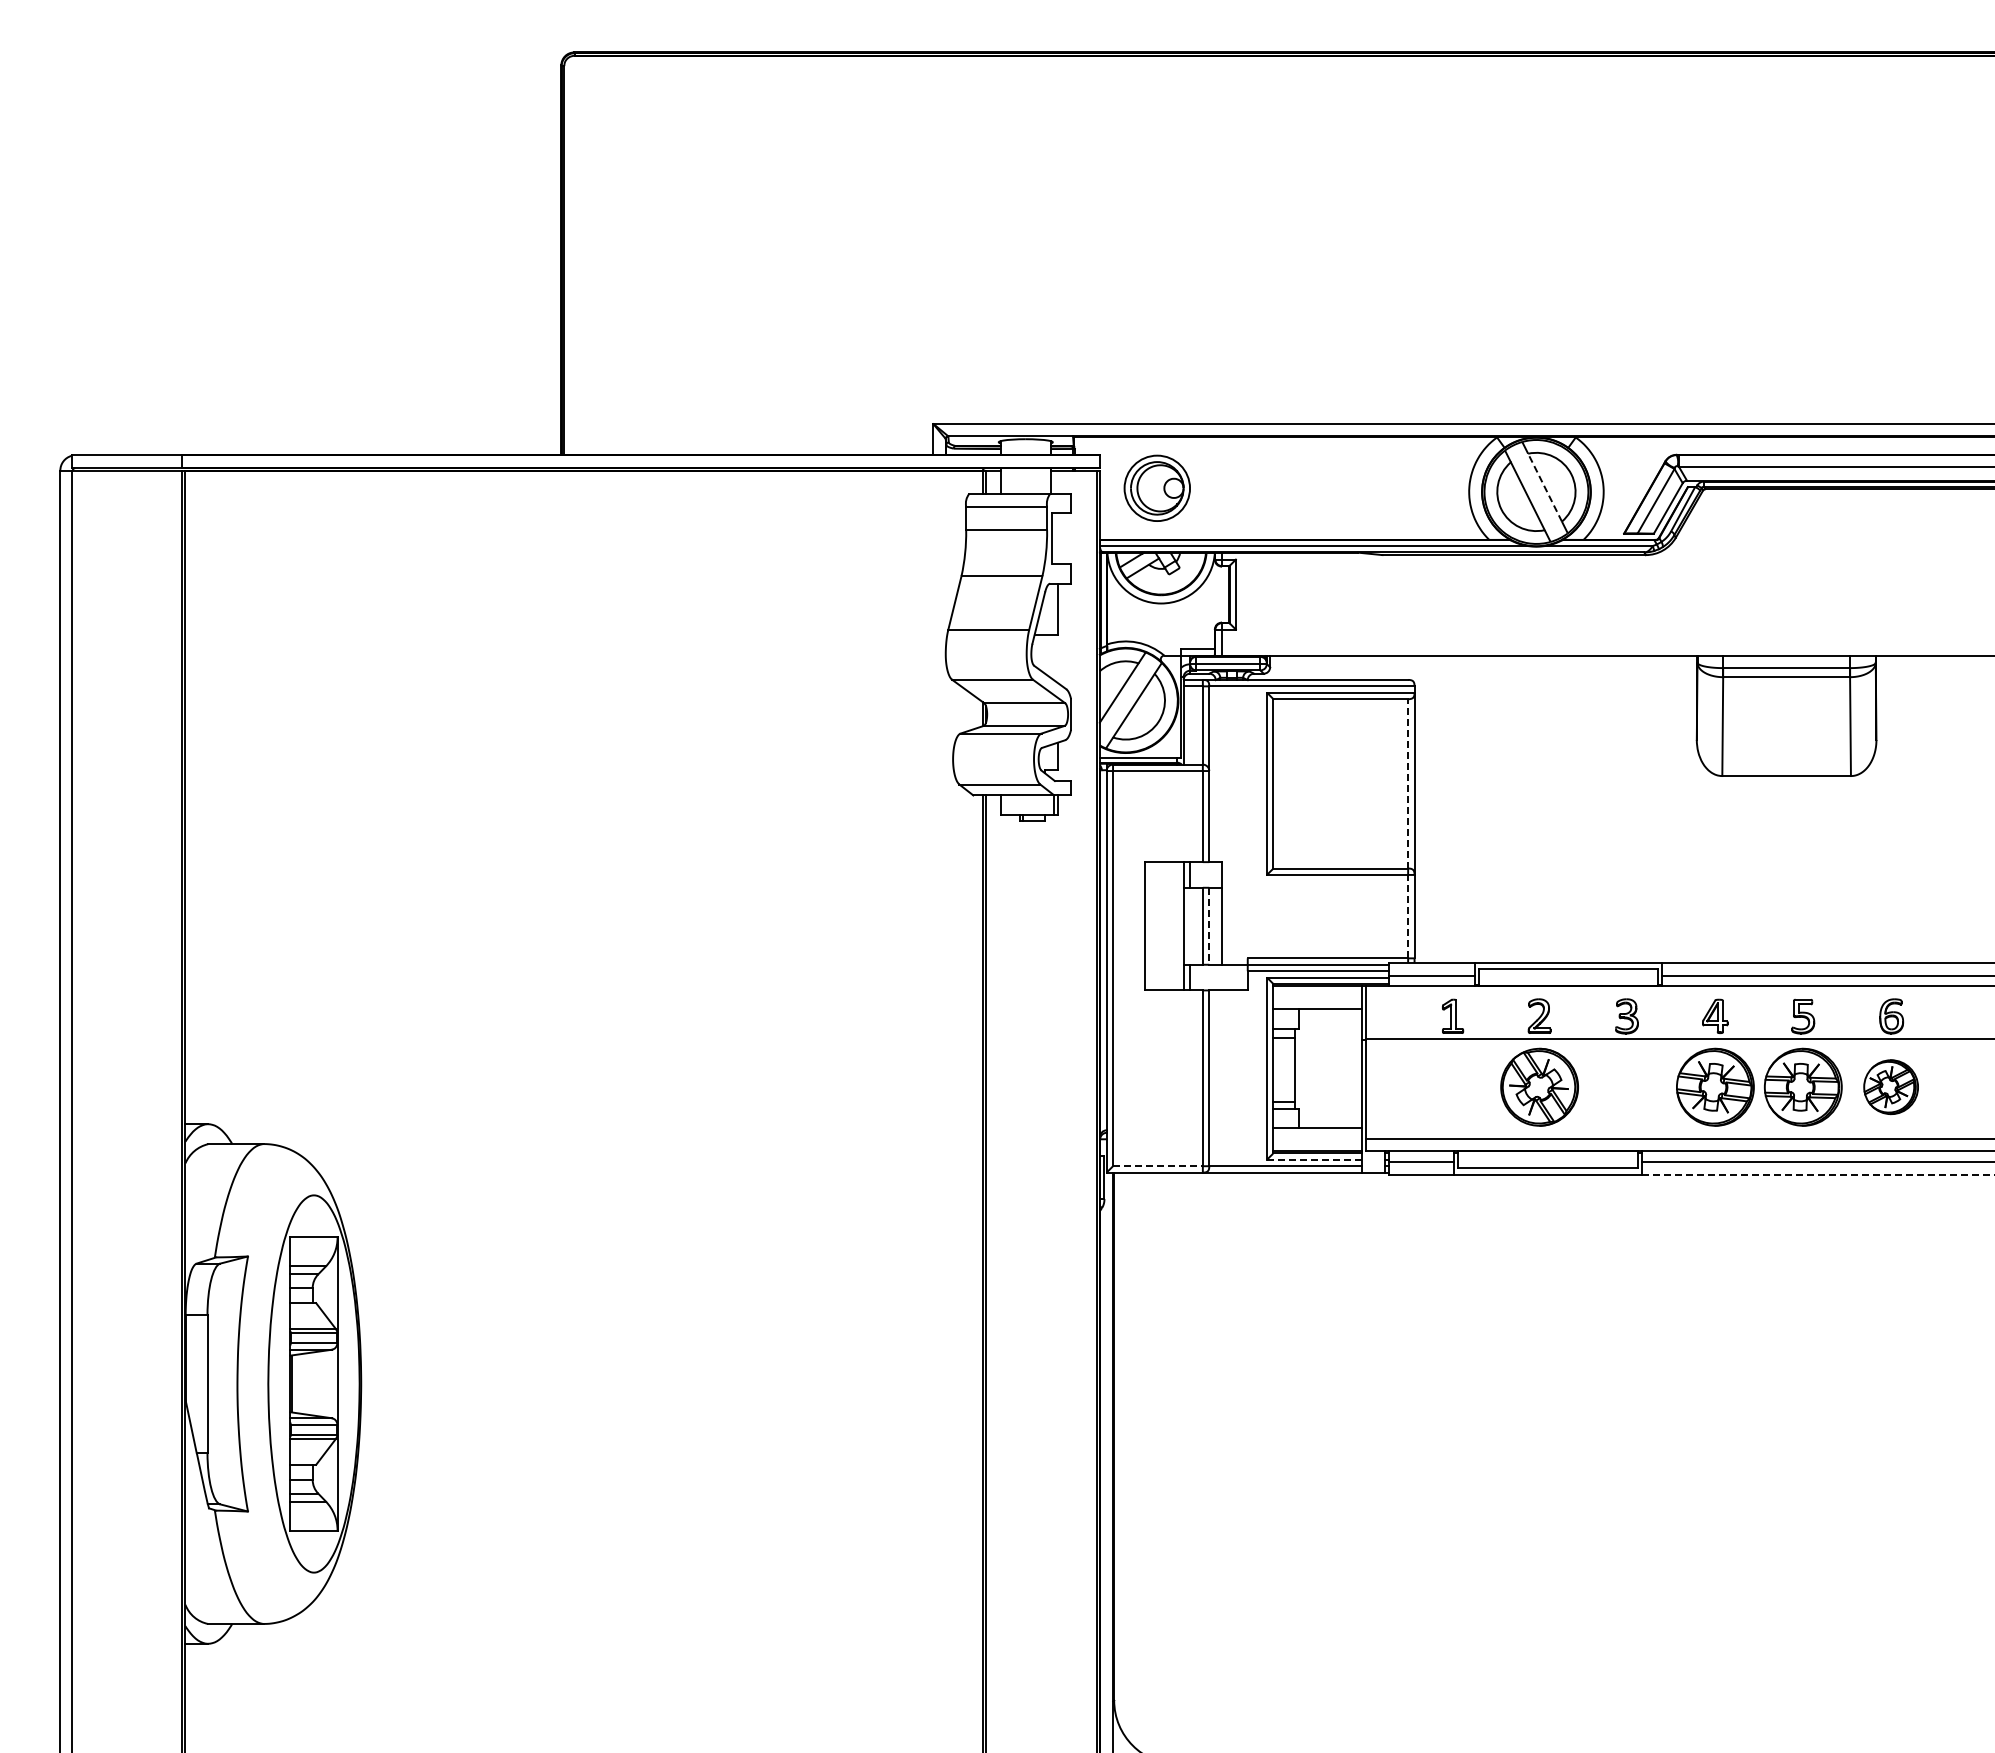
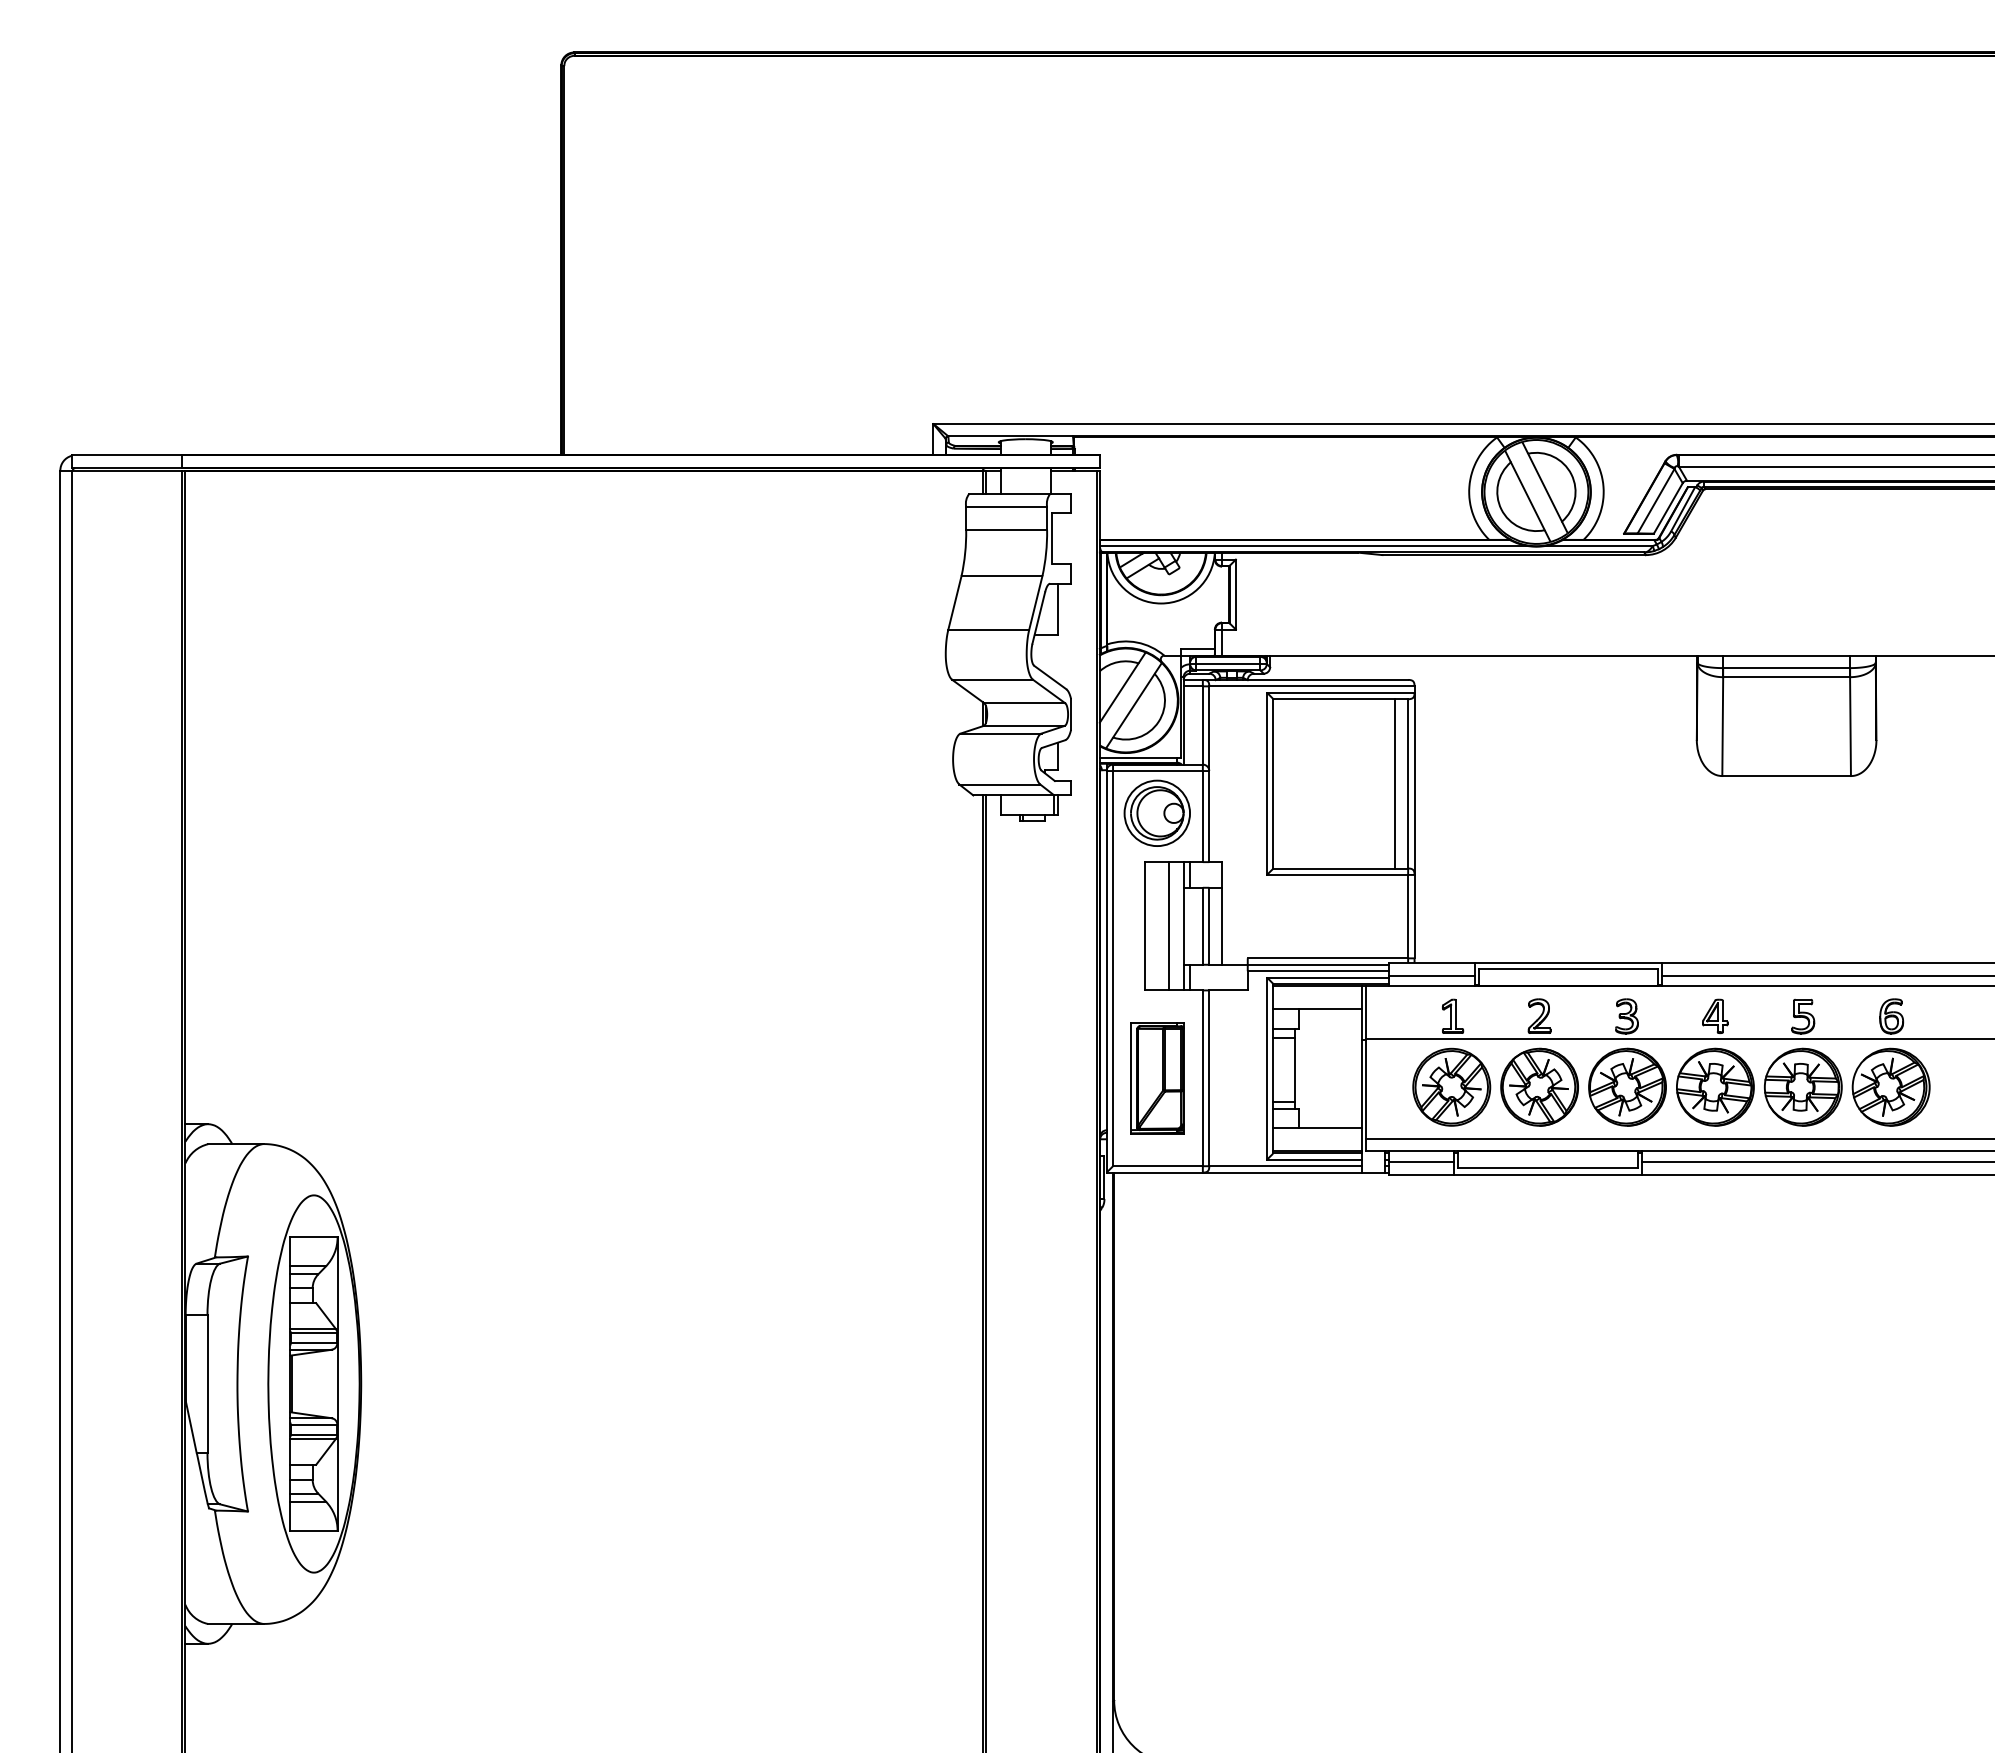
part at (1156, 487) position: (1156, 487) -> (1156, 812)
line at (1545, 487): dashed -> solid
line at (1395, 783): none -> present
line at (1408, 783): dashed -> solid
line at (1408, 916): dashed -> solid
line at (1168, 926): none -> present
line at (1209, 926): dashed -> solid
part at (1157, 1078): none -> present
part at (1451, 1086): none -> present
part at (1627, 1086): none -> present
part at (1890, 1087) size: 56x57 px -> 80x80 px
line at (1313, 1159): dashed -> solid
line at (1157, 1166): dashed -> solid
line at (1818, 1174): dashed -> solid
